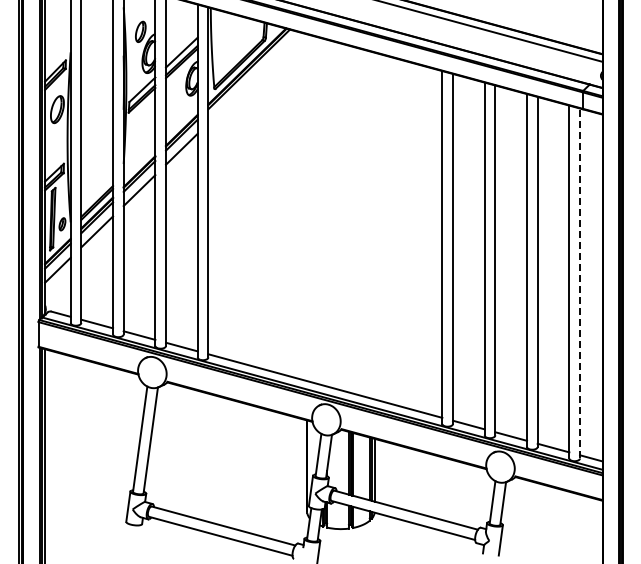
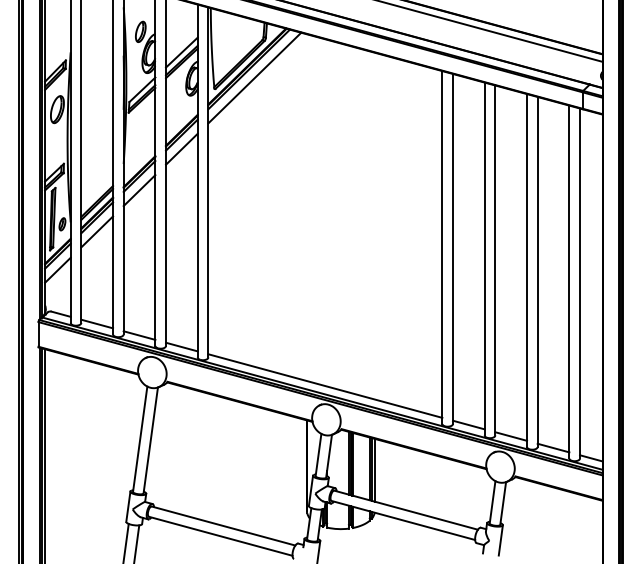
line at (254, 77): none -> present
line at (580, 283): dashed -> solid
line at (125, 541): none -> present
line at (136, 542): none -> present
